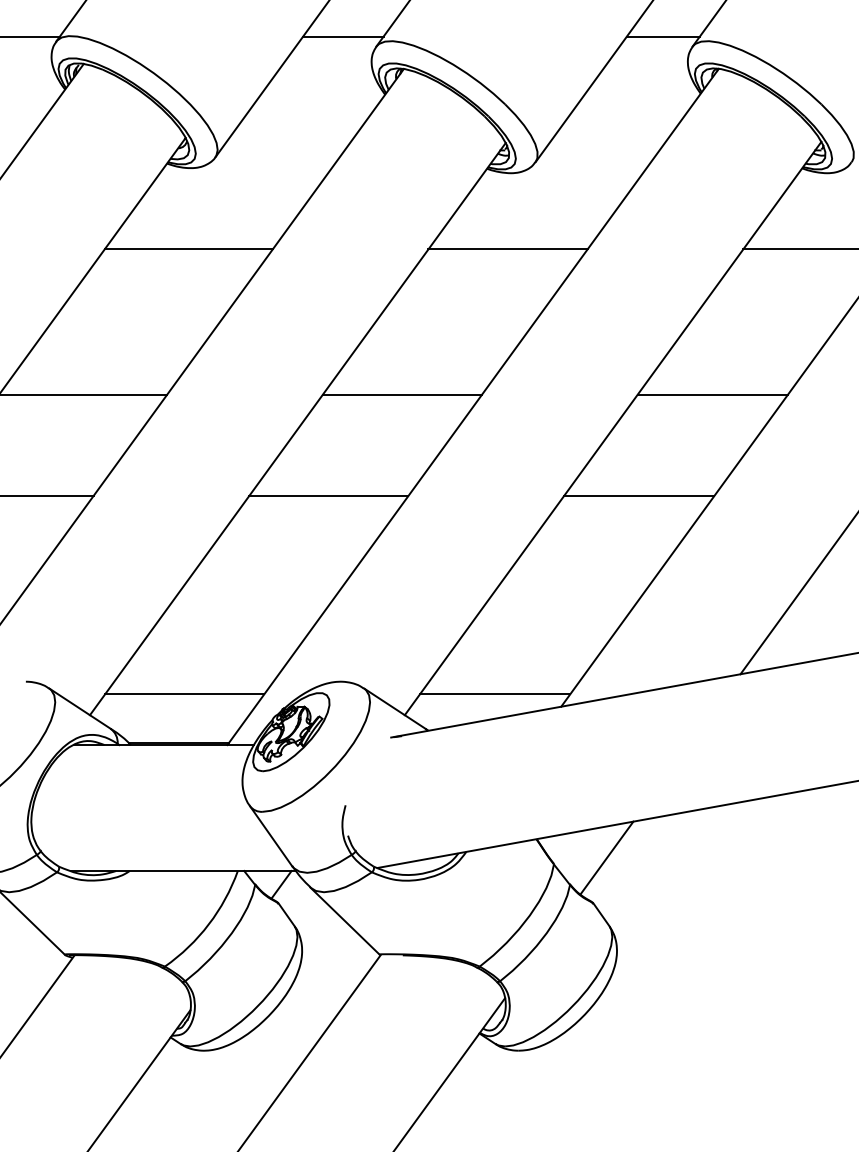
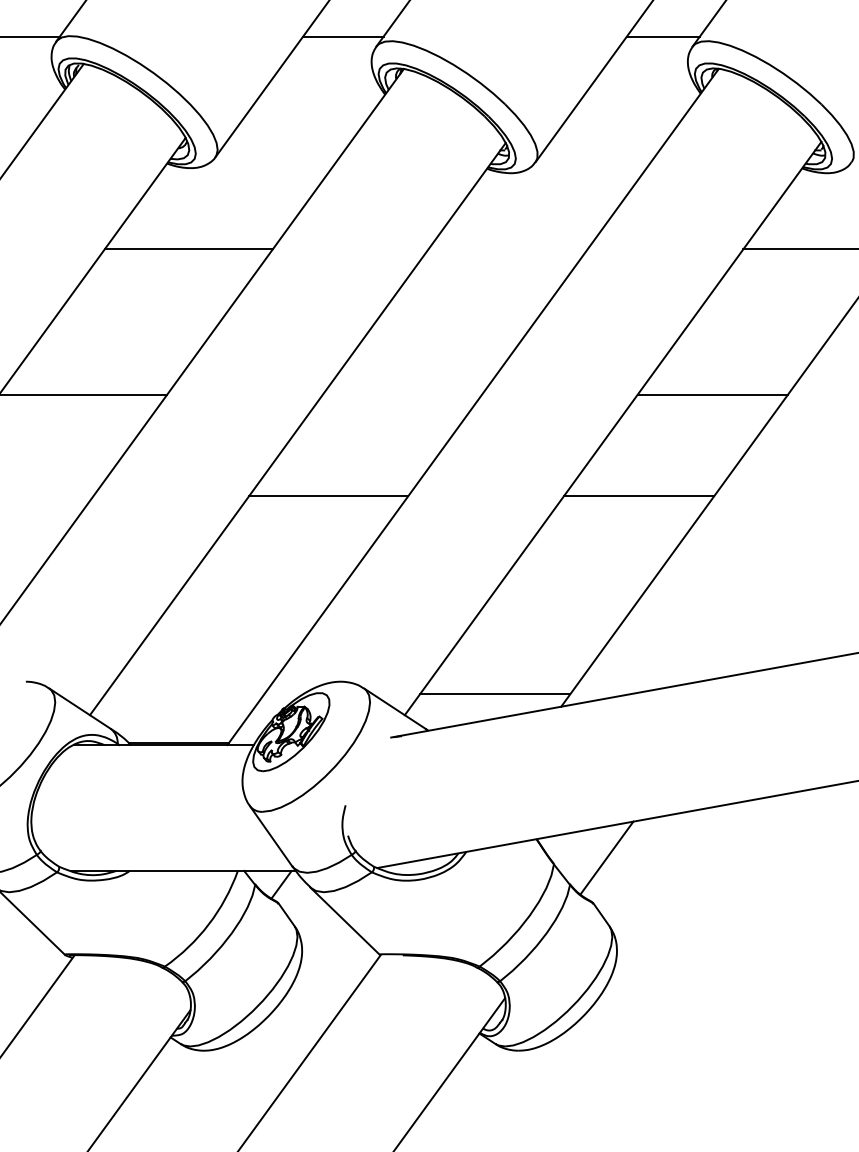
line at (507, 249): present -> none
line at (402, 394): present -> none
line at (47, 495): present -> none
line at (797, 594): present -> none
line at (184, 694): present -> none
